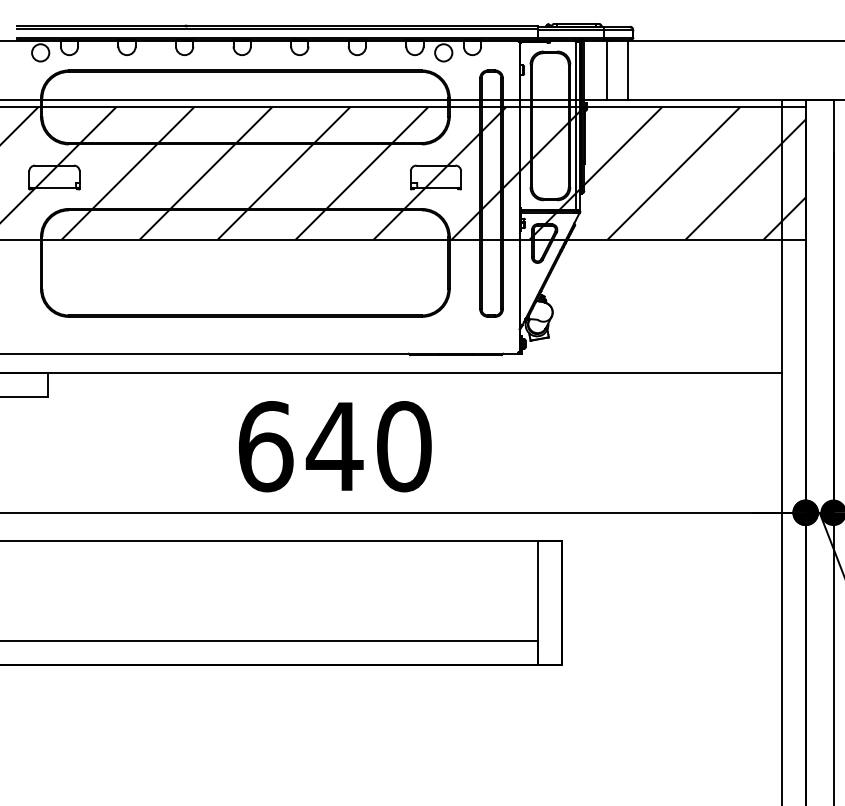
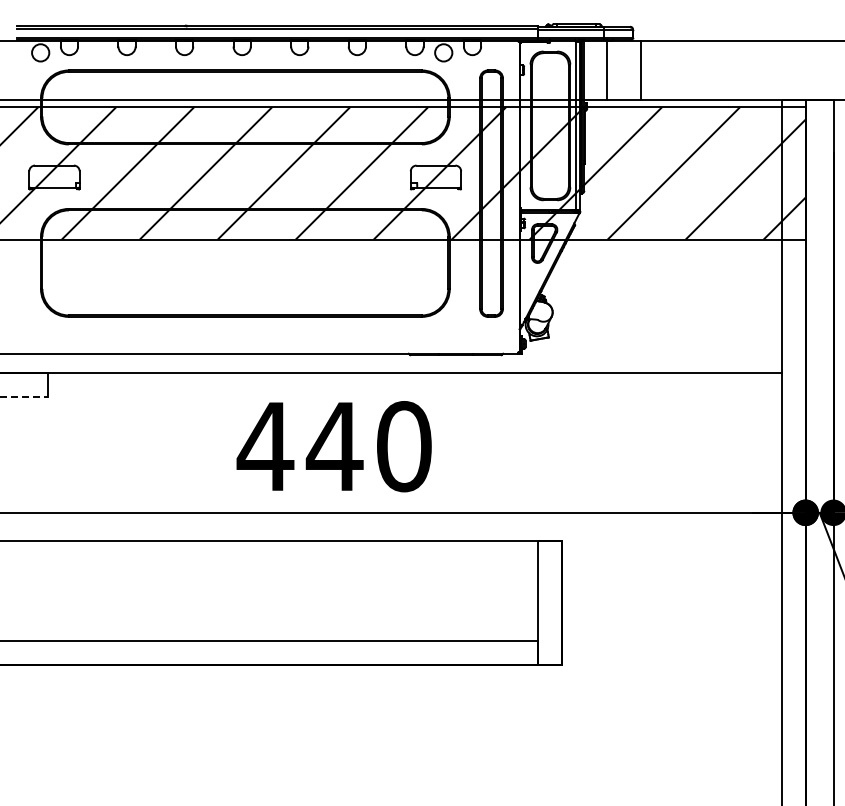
line at (627, 70) position: (627, 70) -> (640, 70)
line at (24, 396): solid -> dashed
text at (265, 446): 640 -> 440
